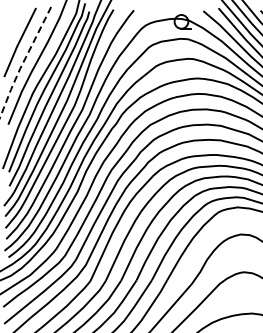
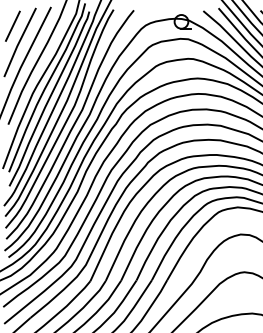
line at (12, 25): none -> present
line at (23, 62): dashed -> solid
